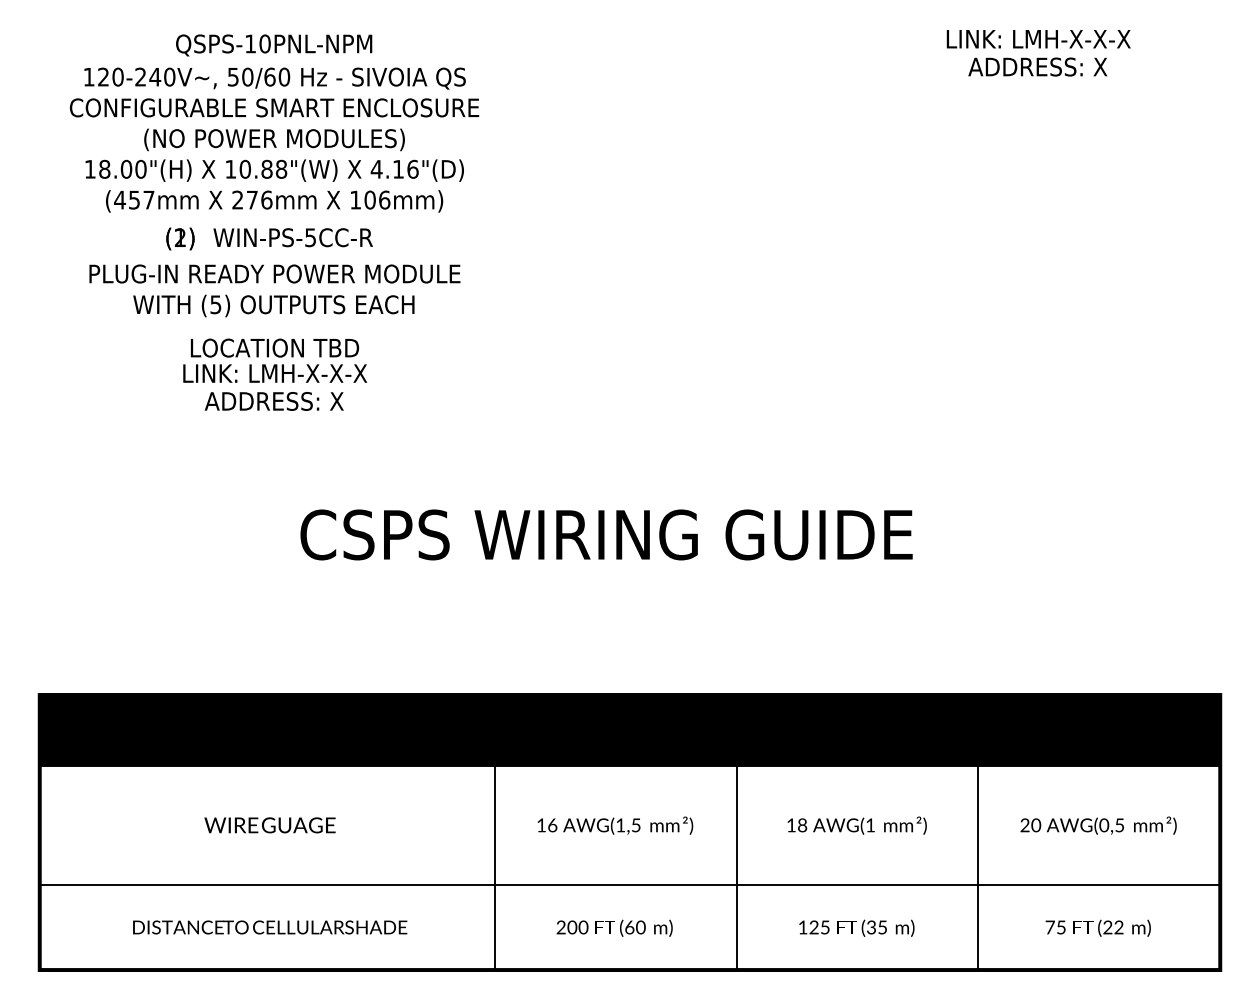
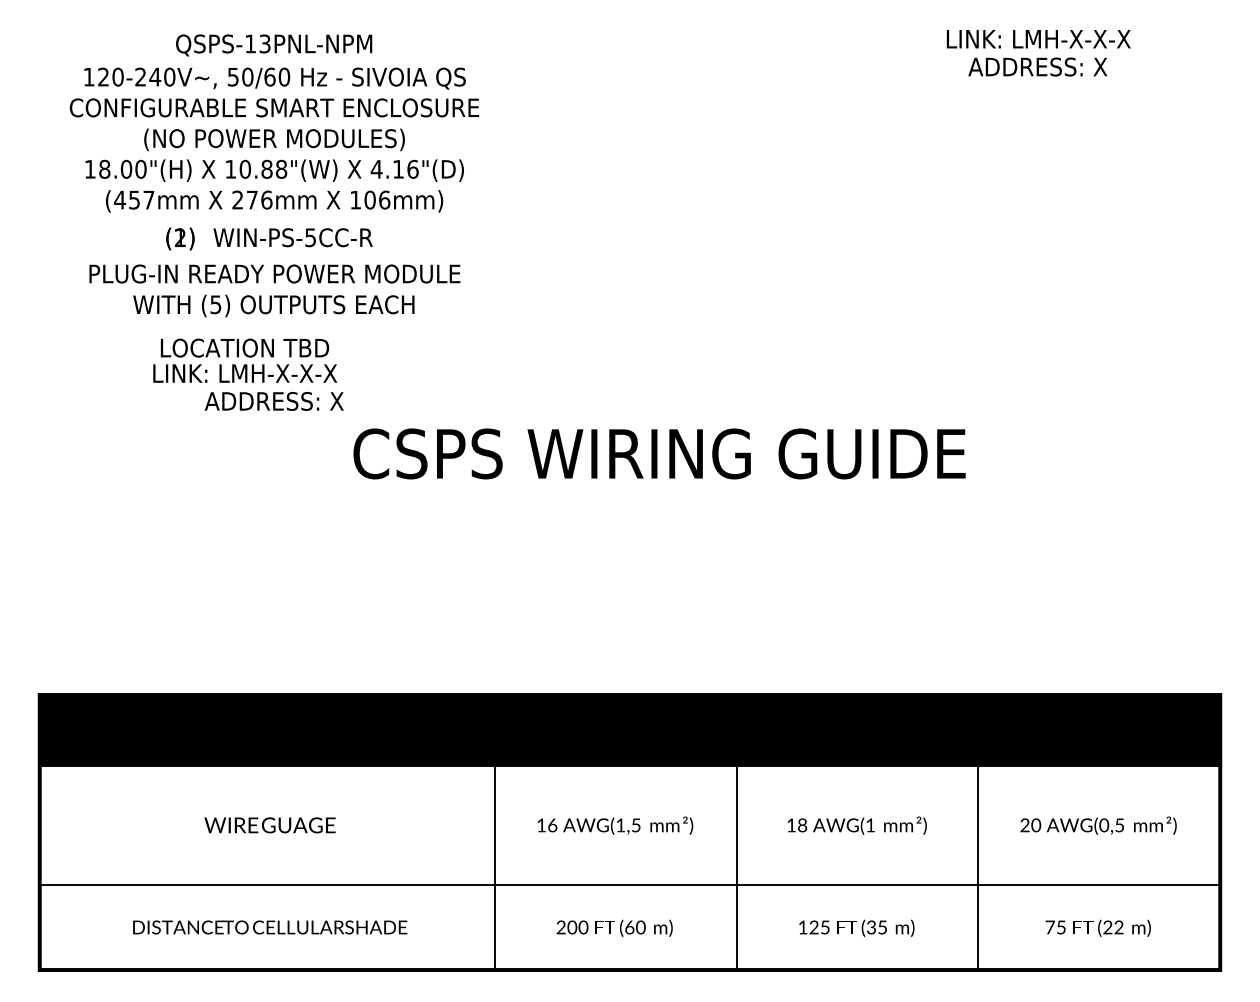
text at (264, 43): QSPS-10PNL-NPM -> QSPS-13PNL-NPM
text at (275, 360) position: (275, 360) -> (245, 360)
text at (606, 534) position: (606, 534) -> (659, 453)
